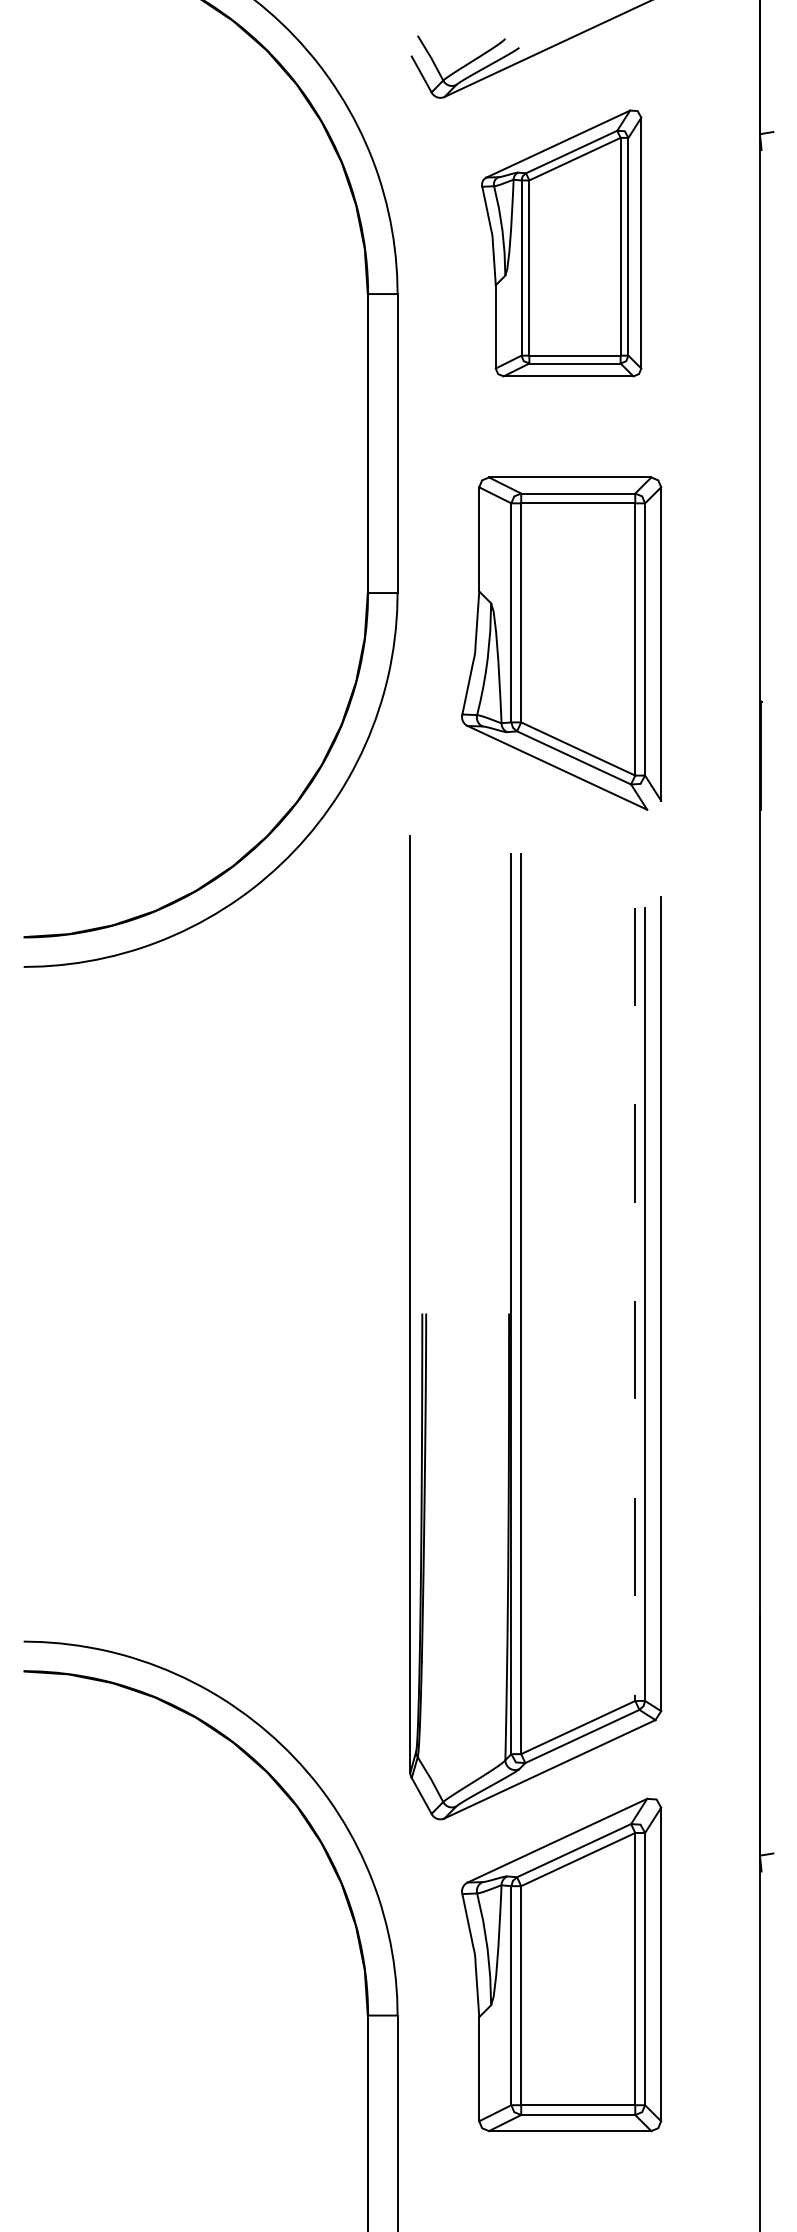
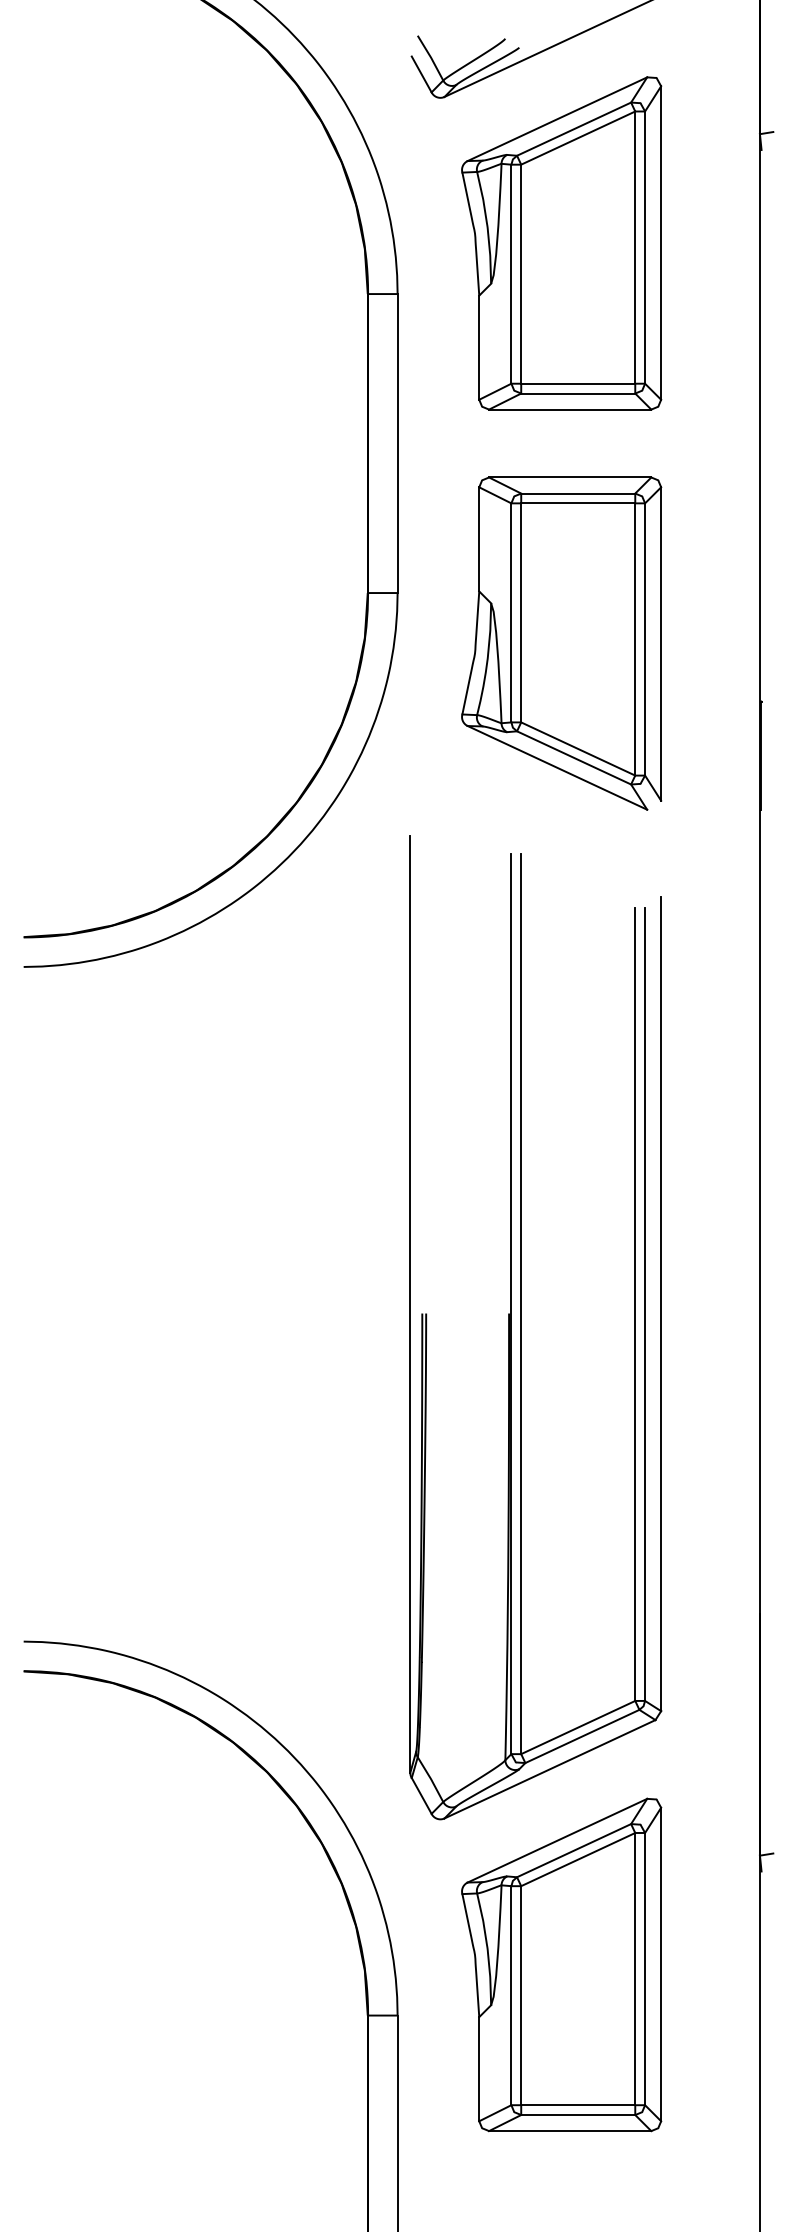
part at (561, 243) size: 162x269 px -> 202x335 px
line at (635, 1304): dashed -> solid
